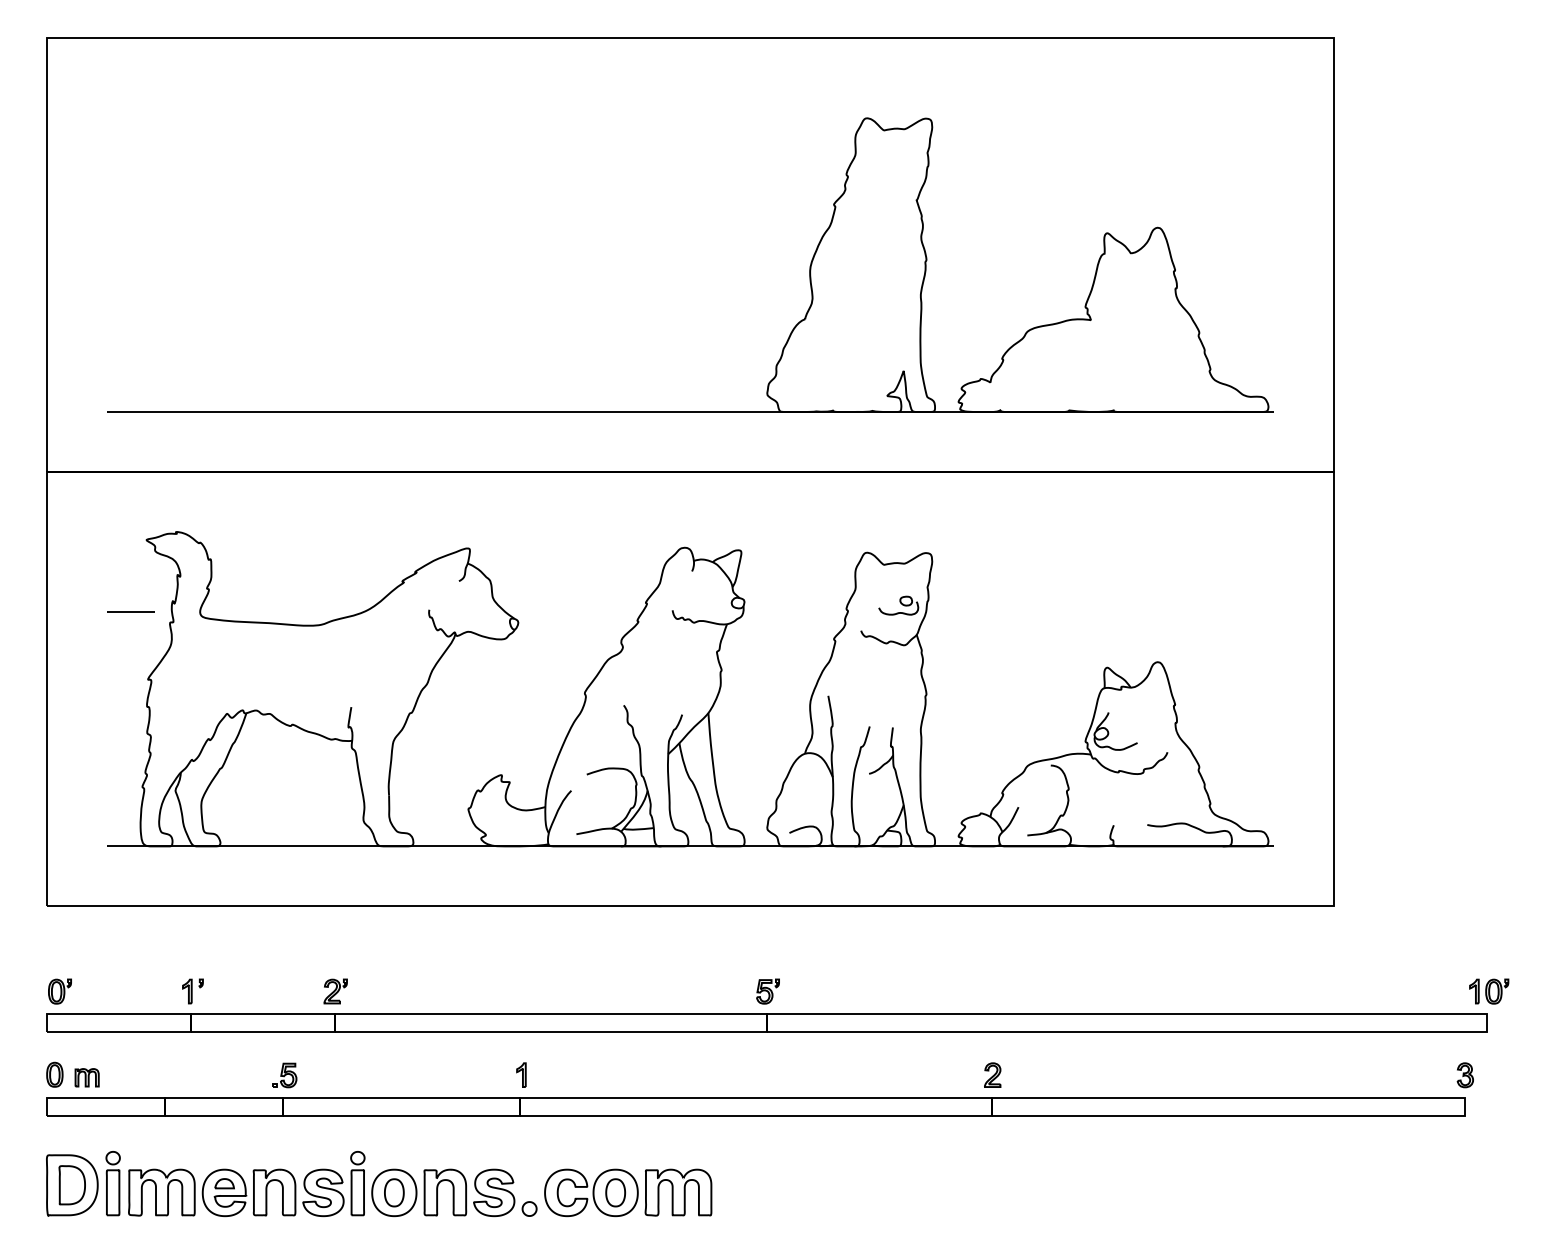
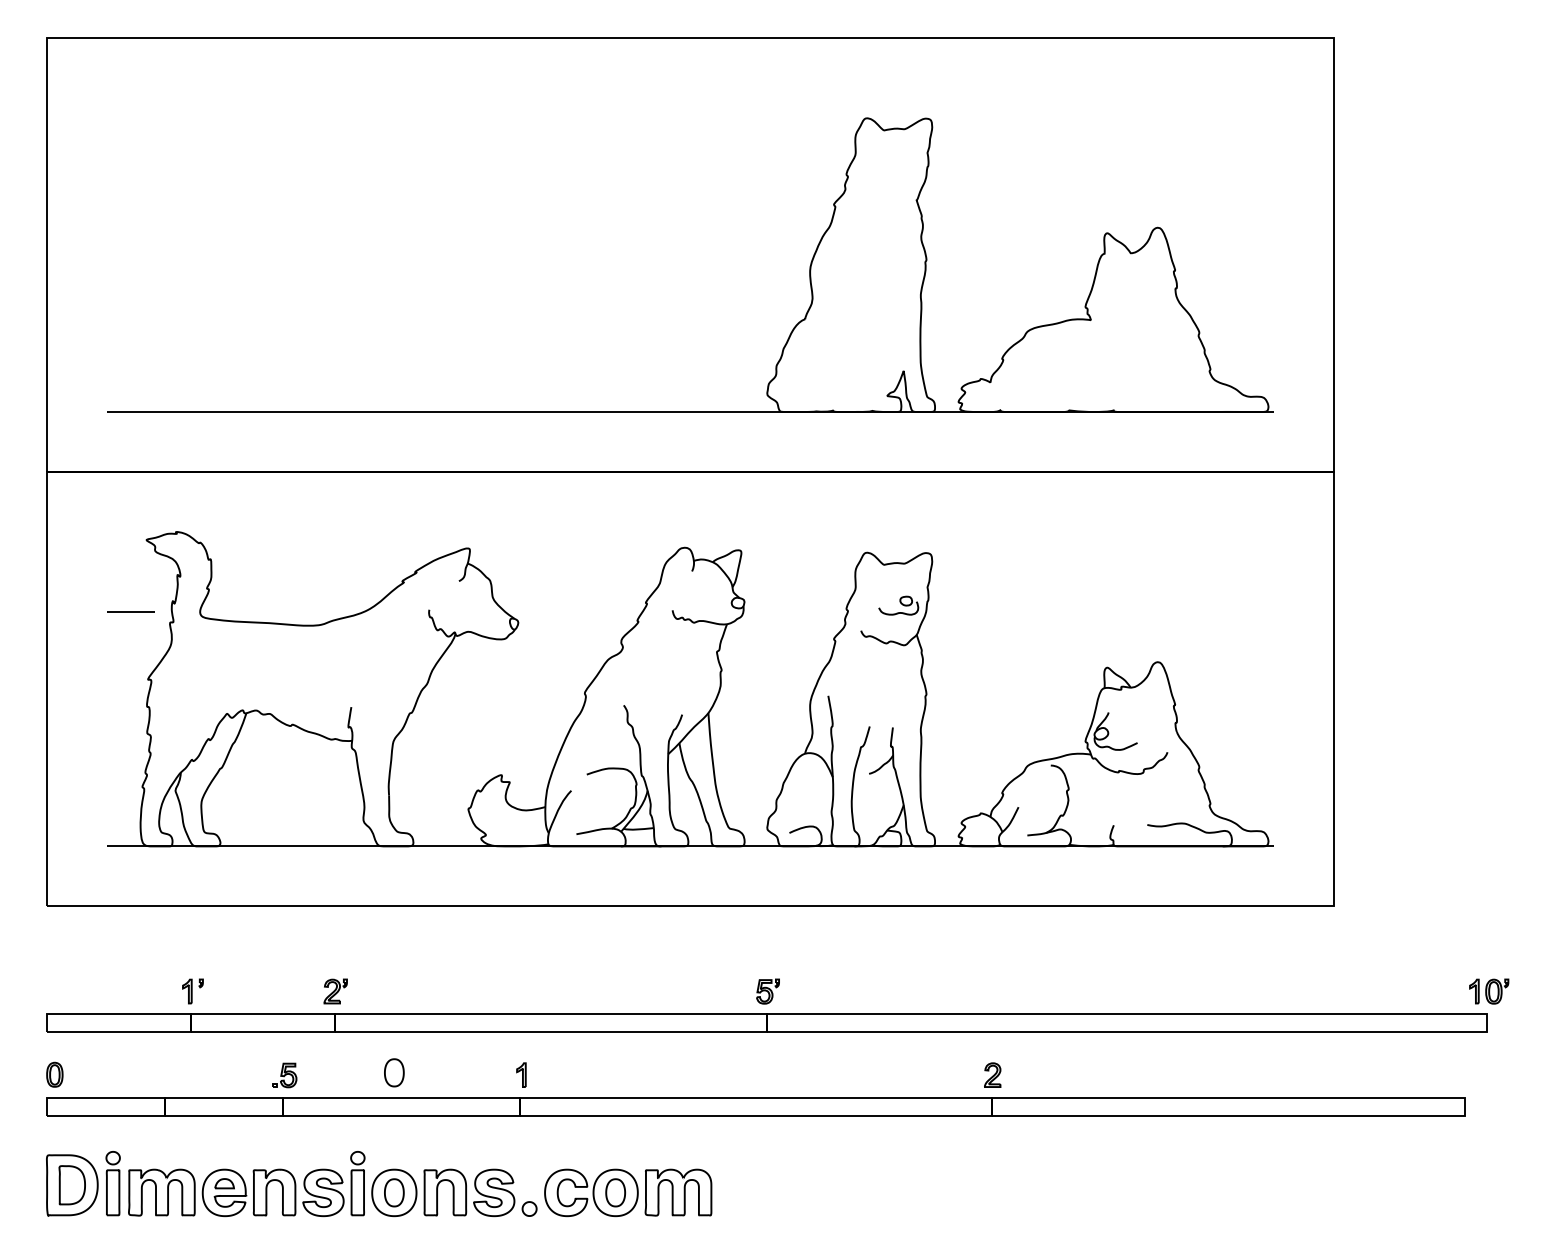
part at (59, 991): present -> none
part at (394, 1072): none -> present
part at (1464, 1075): present -> none
part at (86, 1077): present -> none
